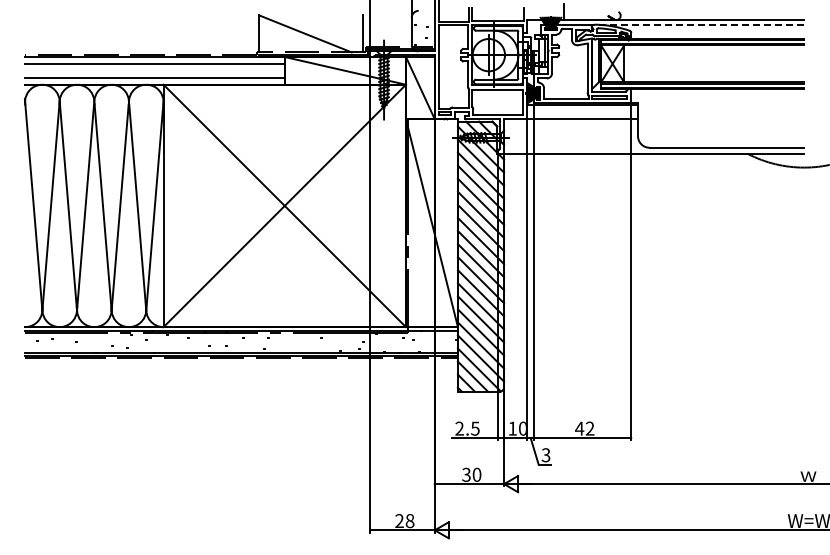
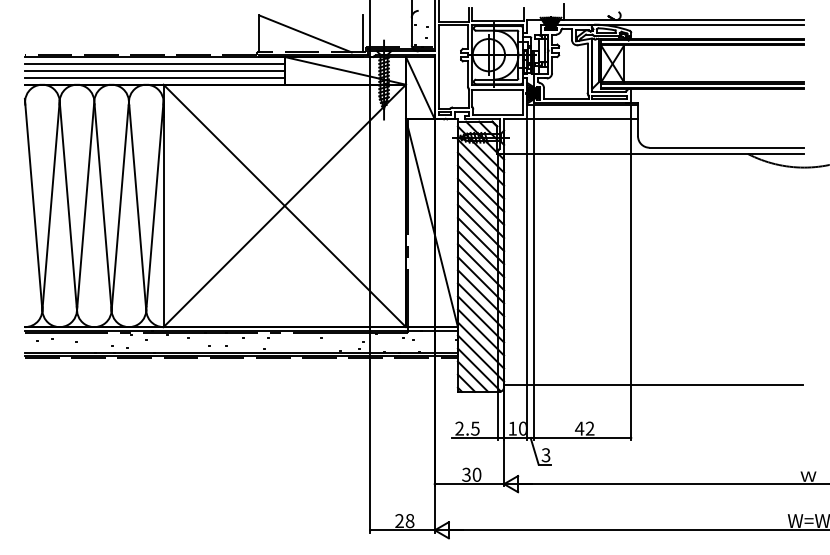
line at (696, 24): dashed -> solid
line at (154, 70): none -> present
line at (653, 384): none -> present
